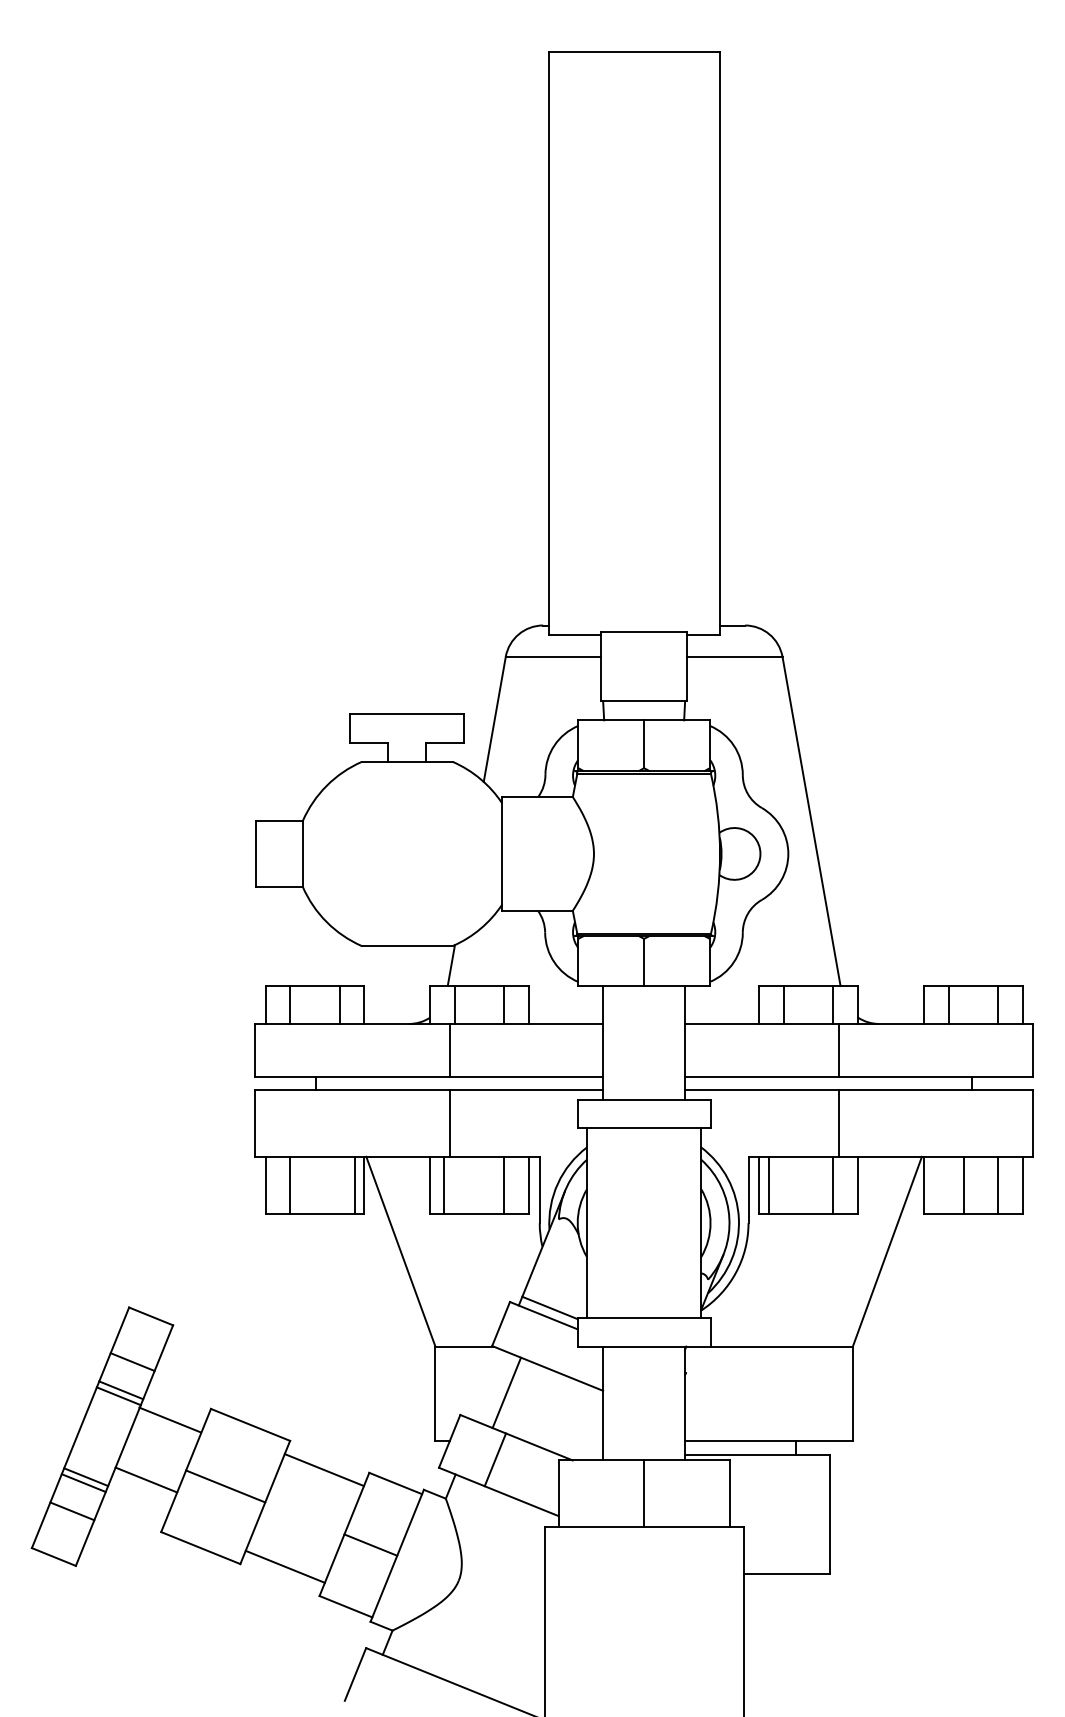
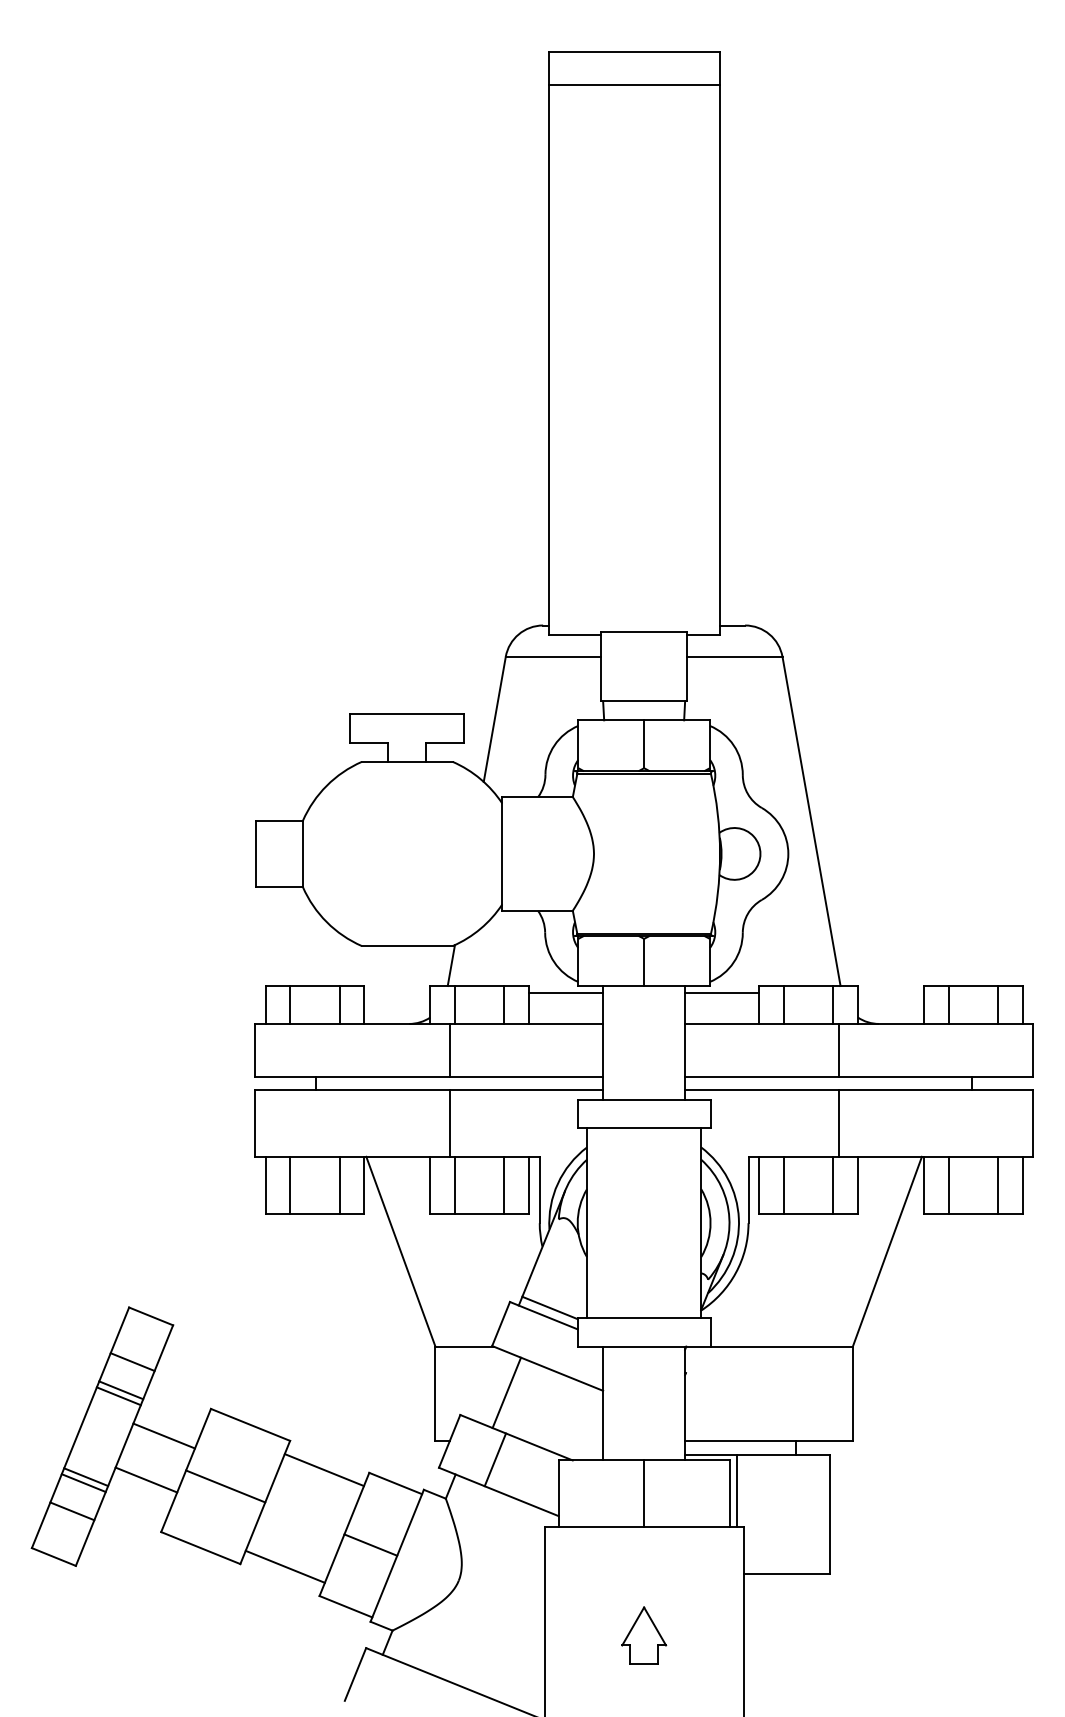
line at (634, 84): none -> present
line at (565, 992): none -> present
line at (722, 992): none -> present
line at (354, 1184) position: (354, 1184) -> (339, 1184)
line at (443, 1184) position: (443, 1184) -> (454, 1184)
line at (769, 1184) position: (769, 1184) -> (784, 1184)
line at (963, 1184) position: (963, 1184) -> (948, 1184)
line at (169, 1419) position: (169, 1419) -> (163, 1435)
line at (737, 1490): none -> present
part at (644, 1635): none -> present
